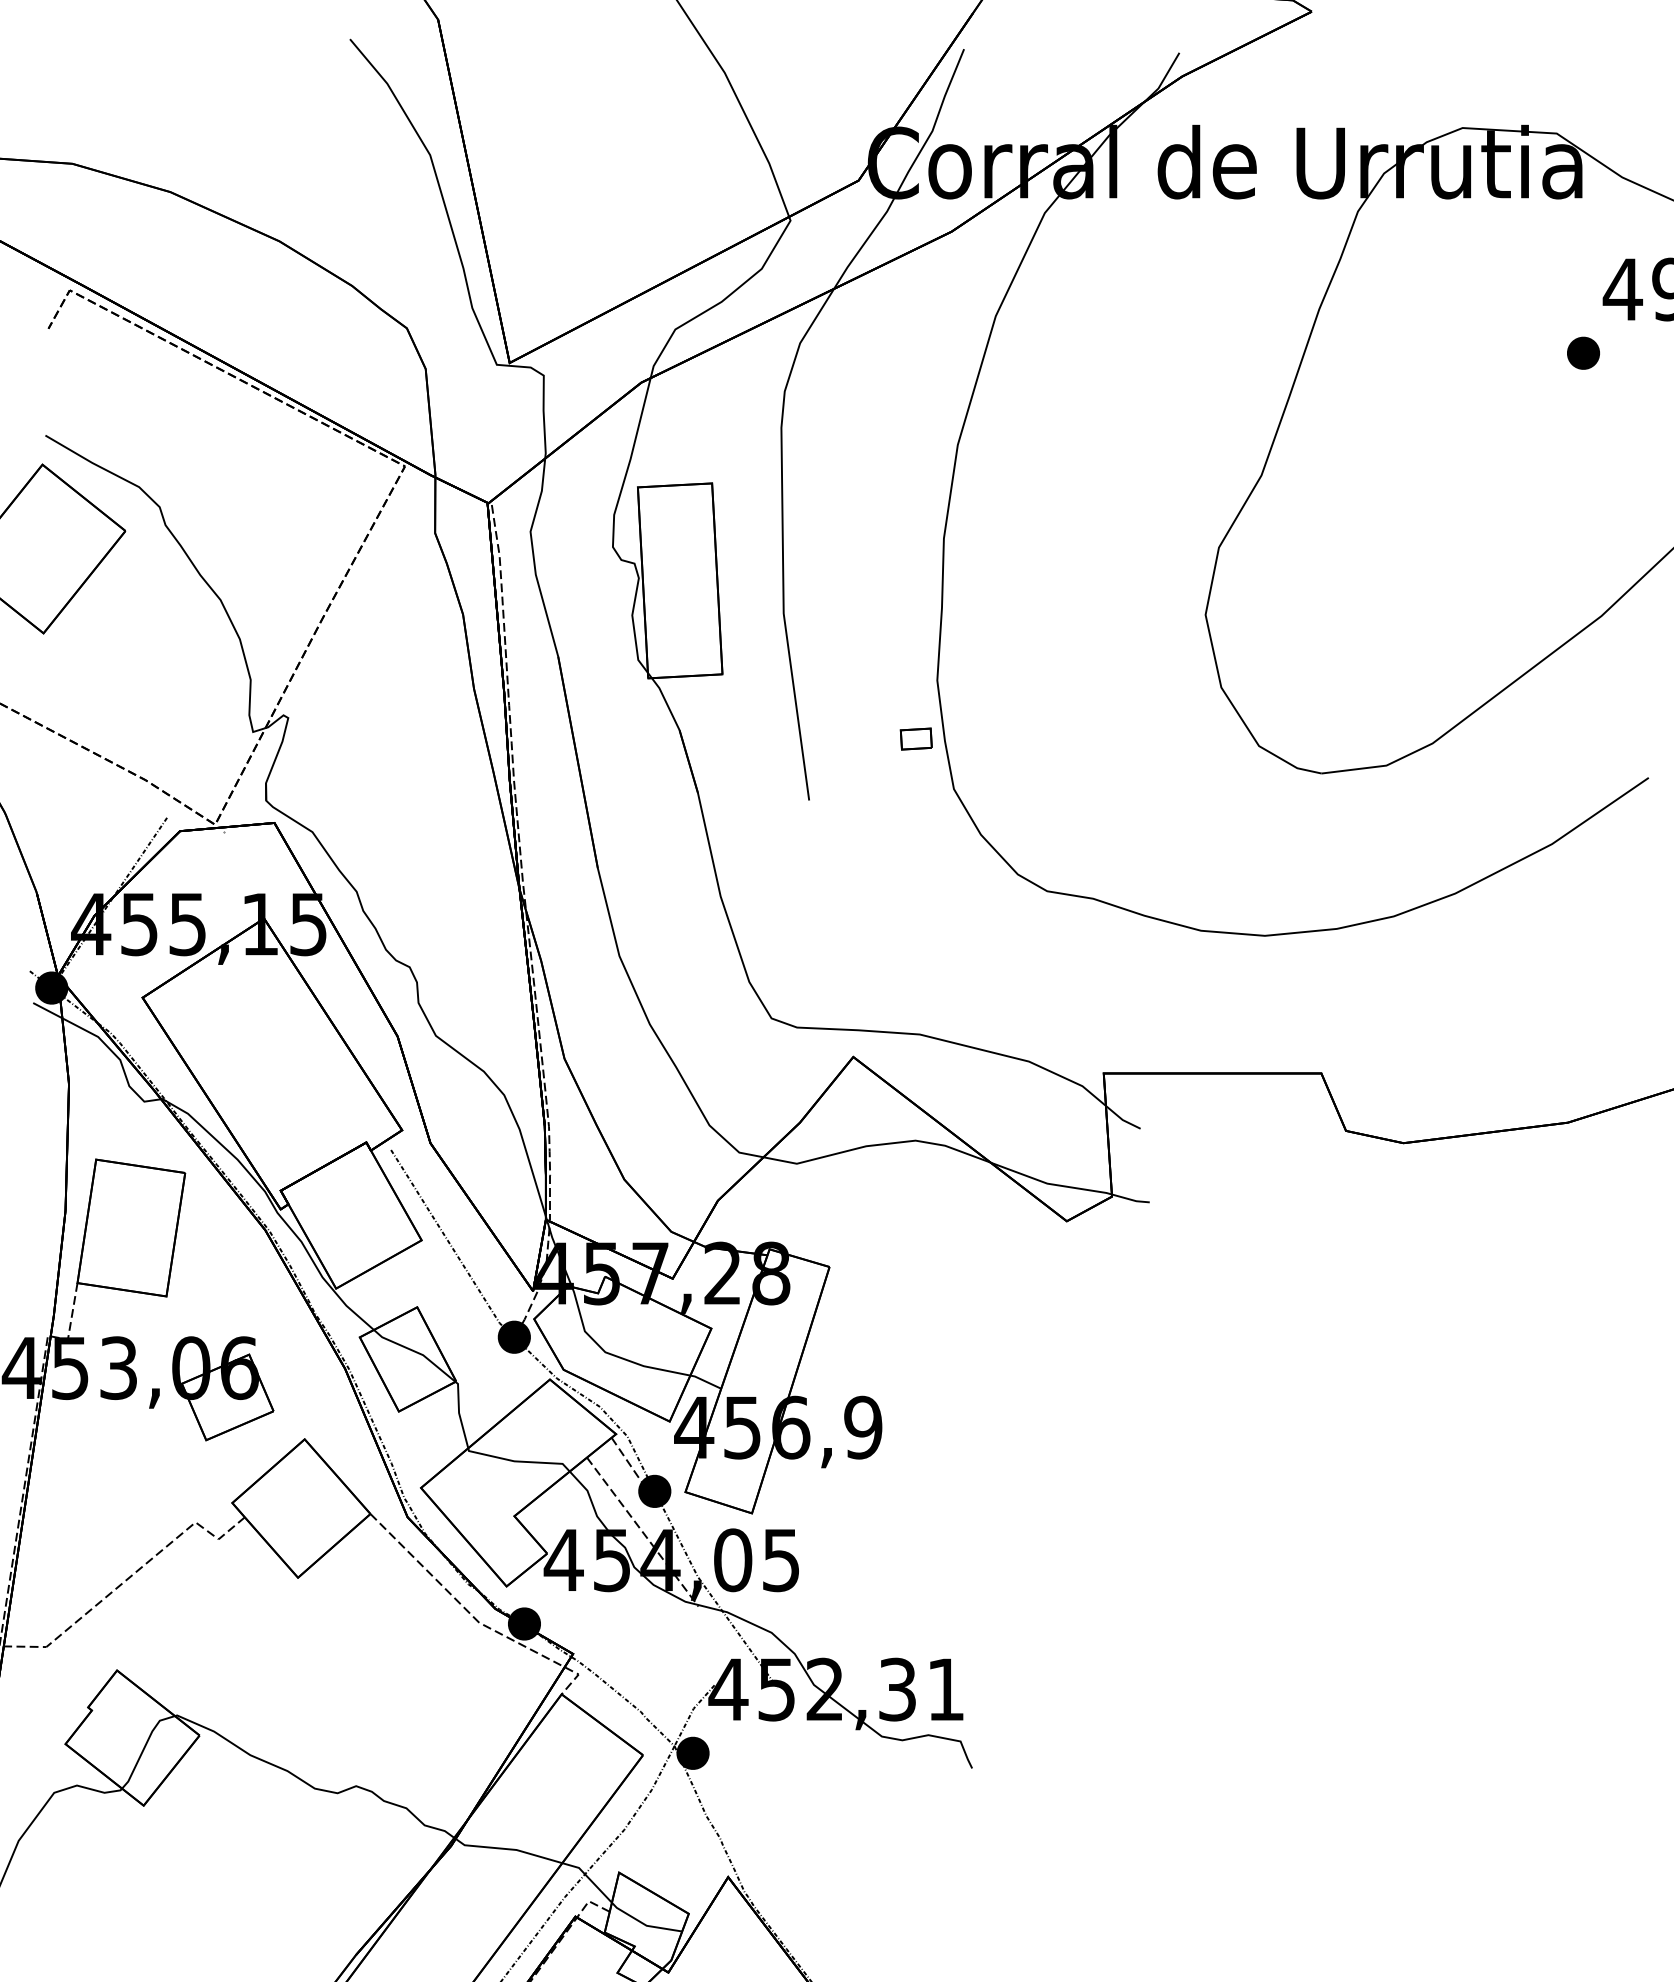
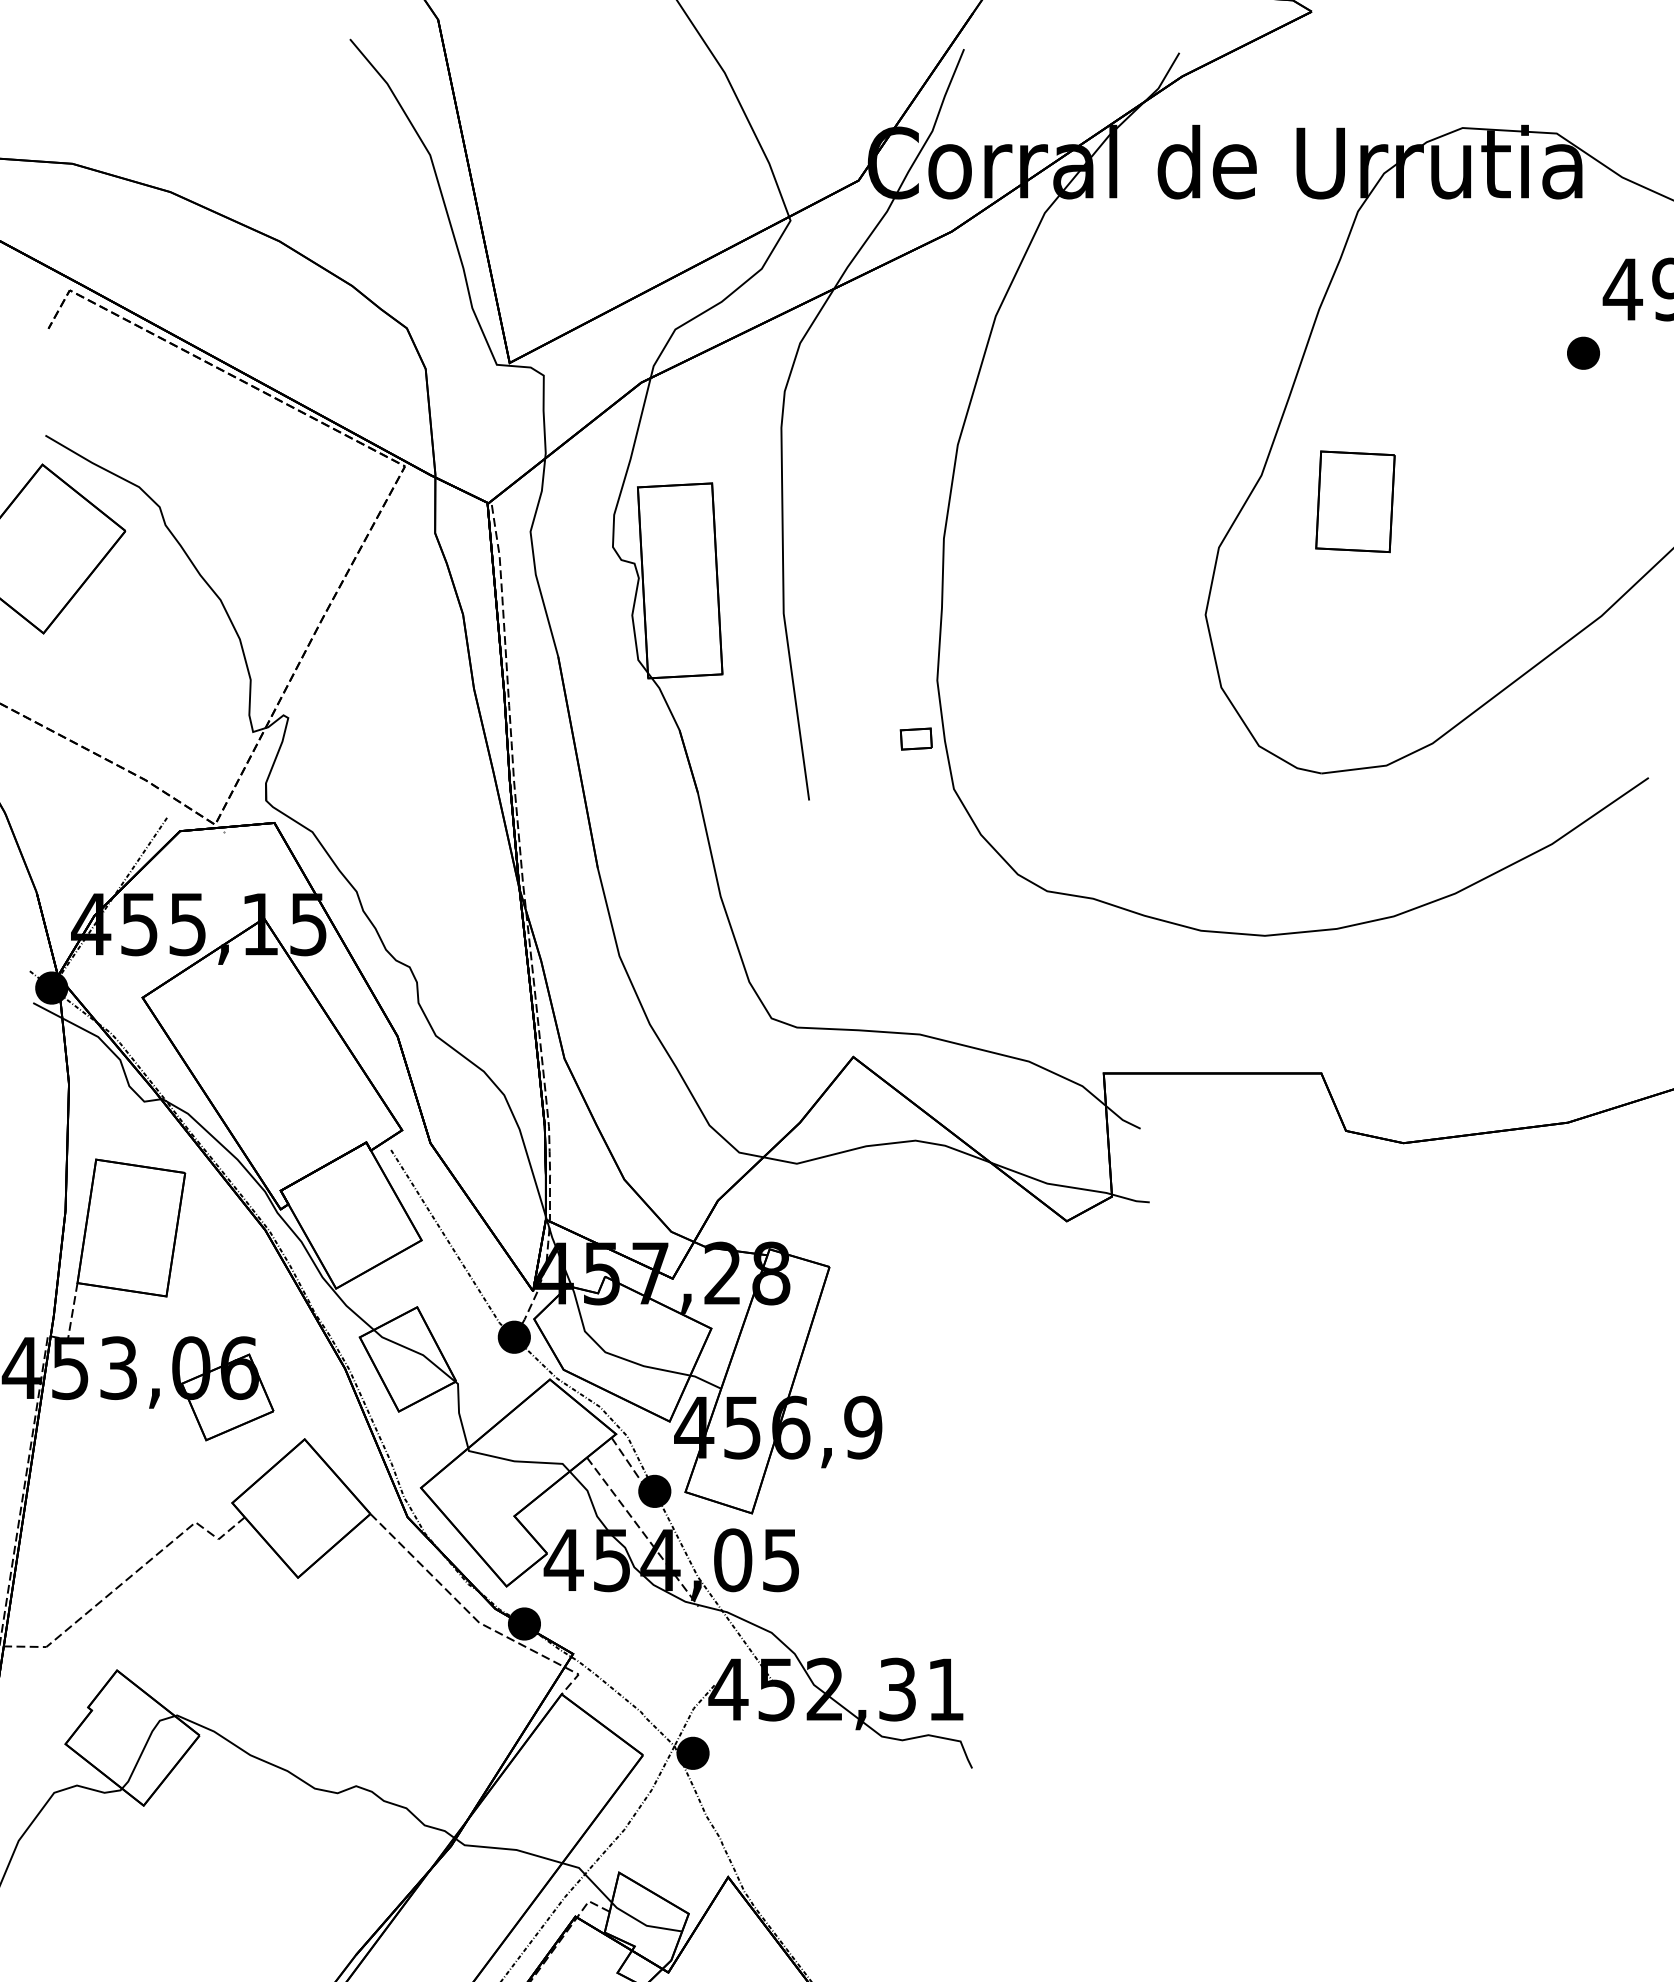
part at (1355, 501): none -> present
